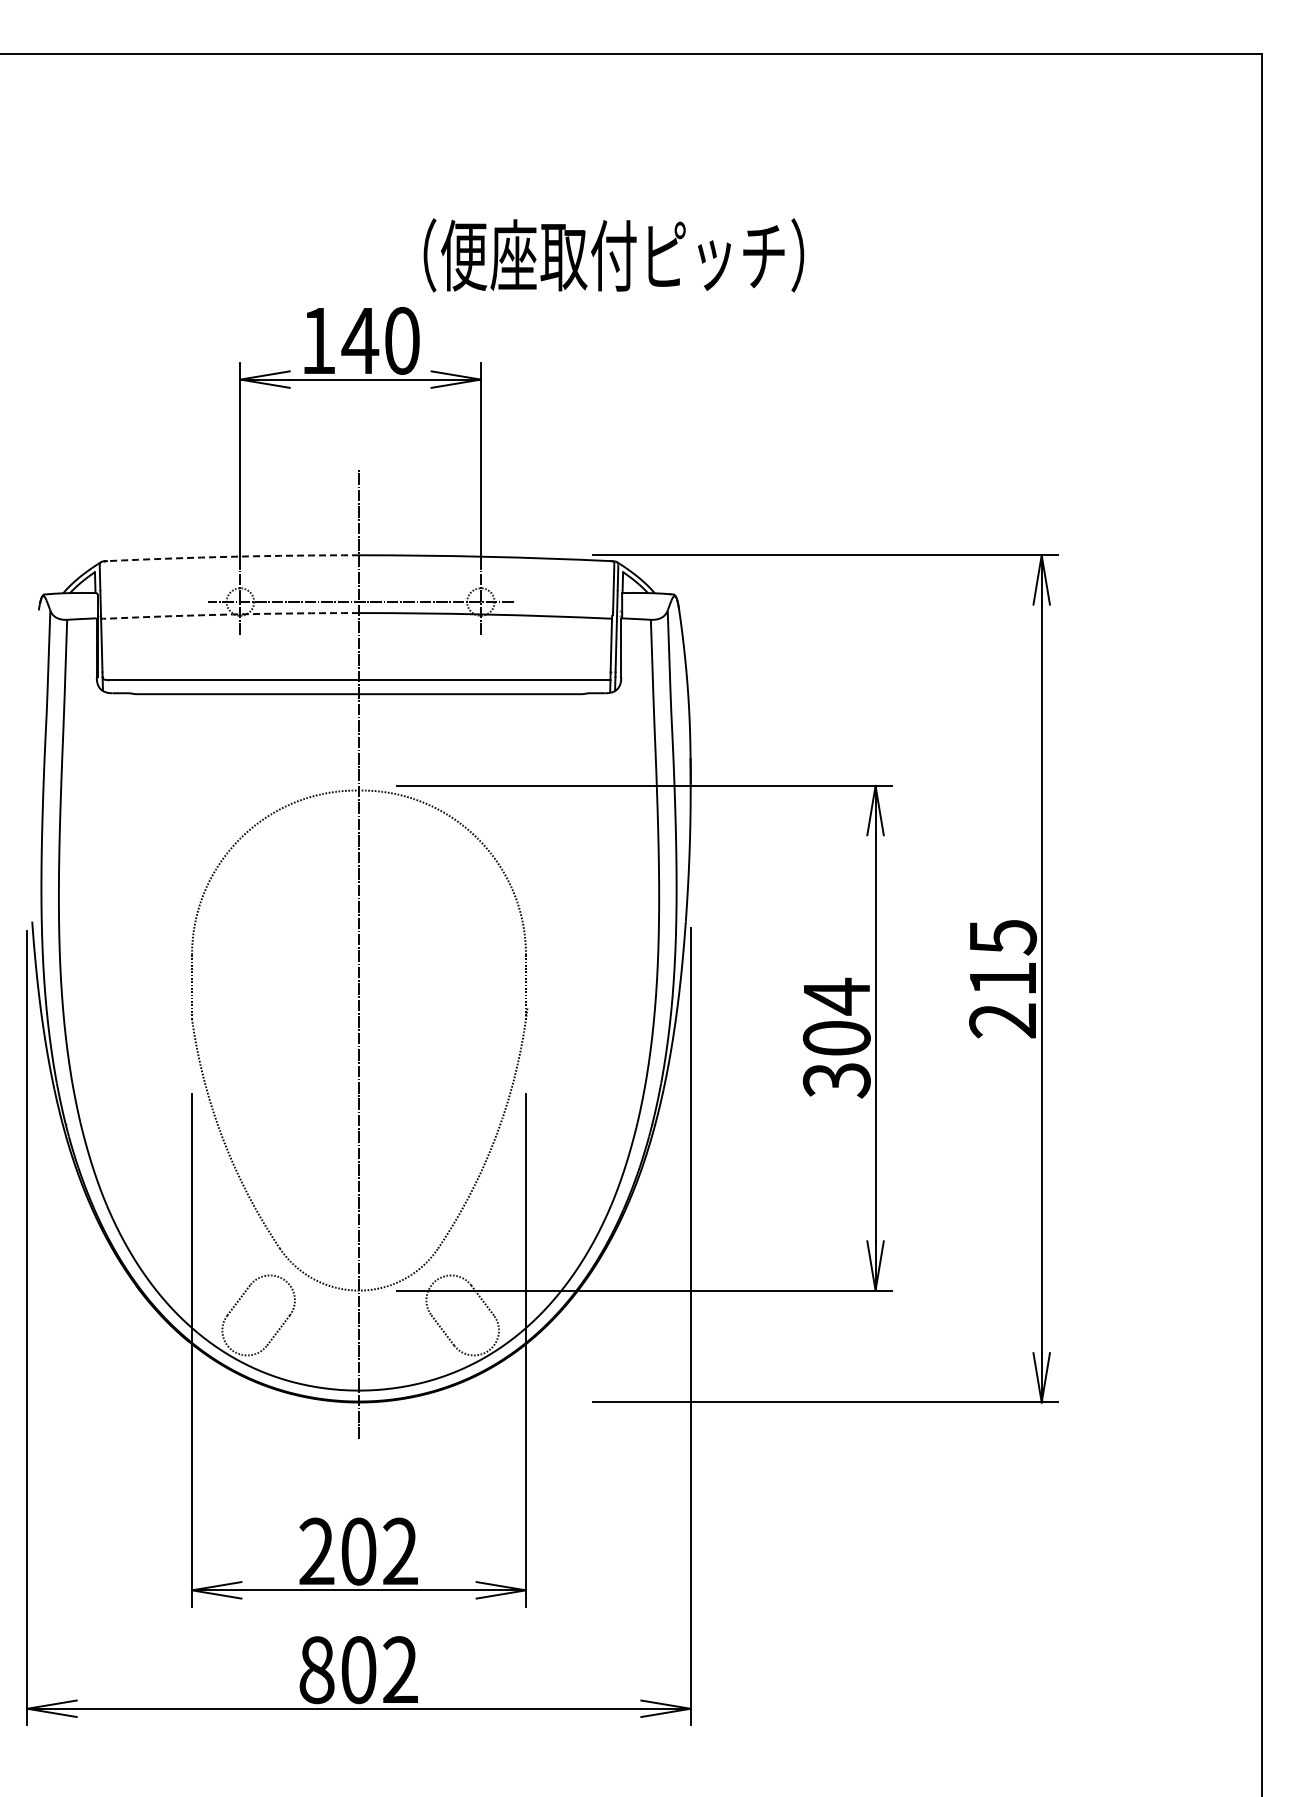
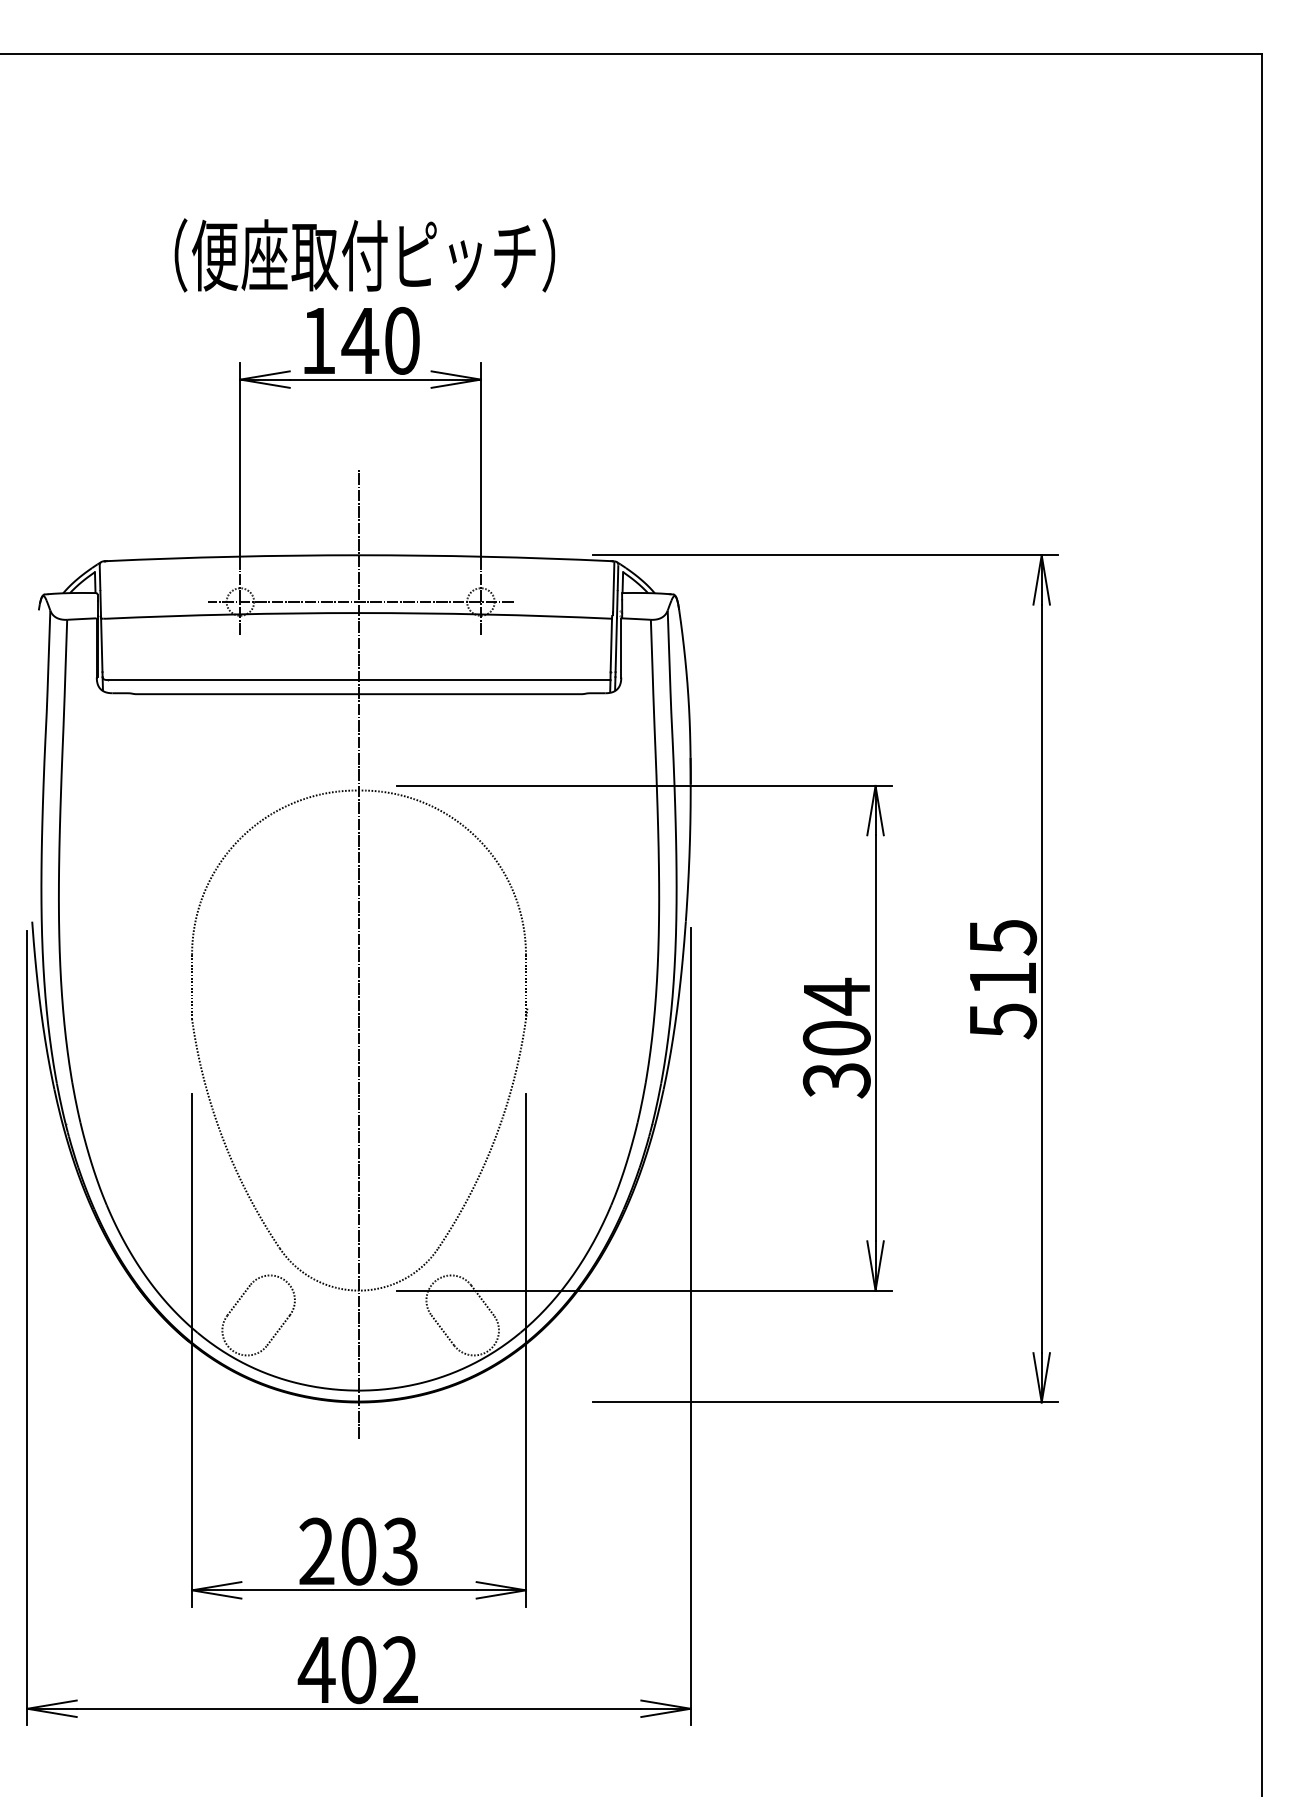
text at (613, 255) position: (613, 255) -> (364, 255)
arc at (232, 556): dashed -> solid
arc at (232, 614): dashed -> solid
text at (1003, 1021): 215 -> 515
text at (399, 1551): 202 -> 203
text at (316, 1670): 802 -> 402
